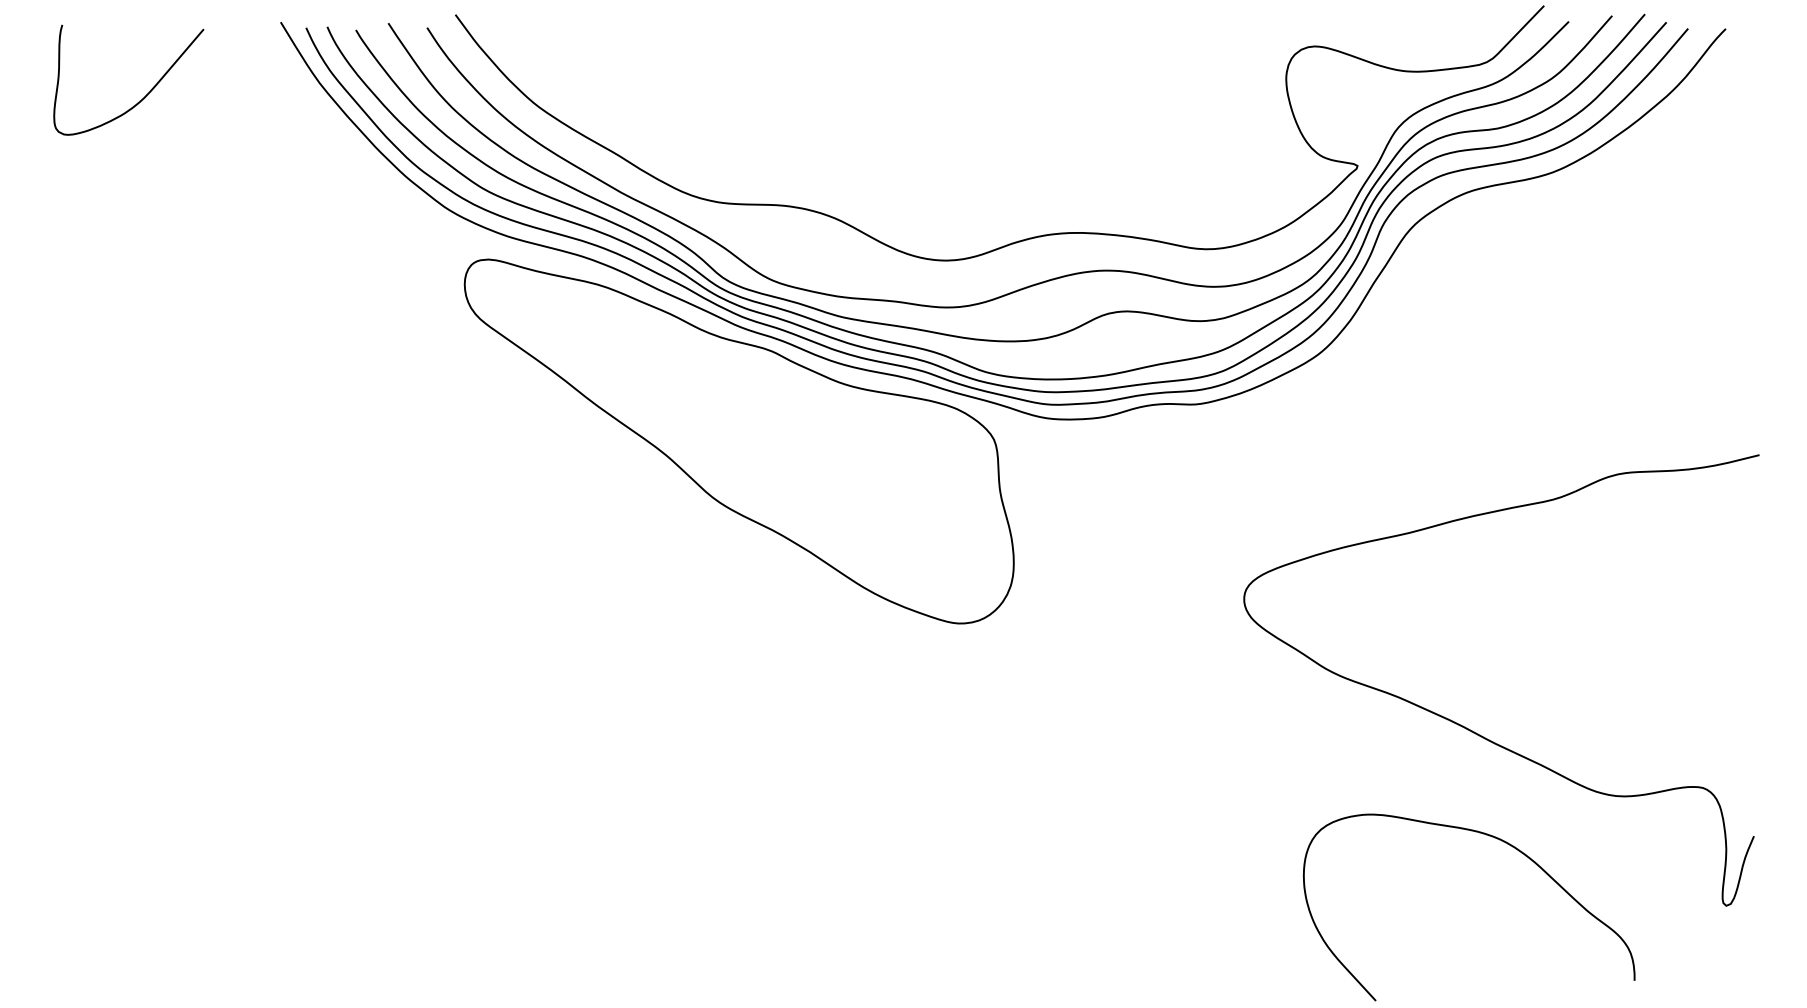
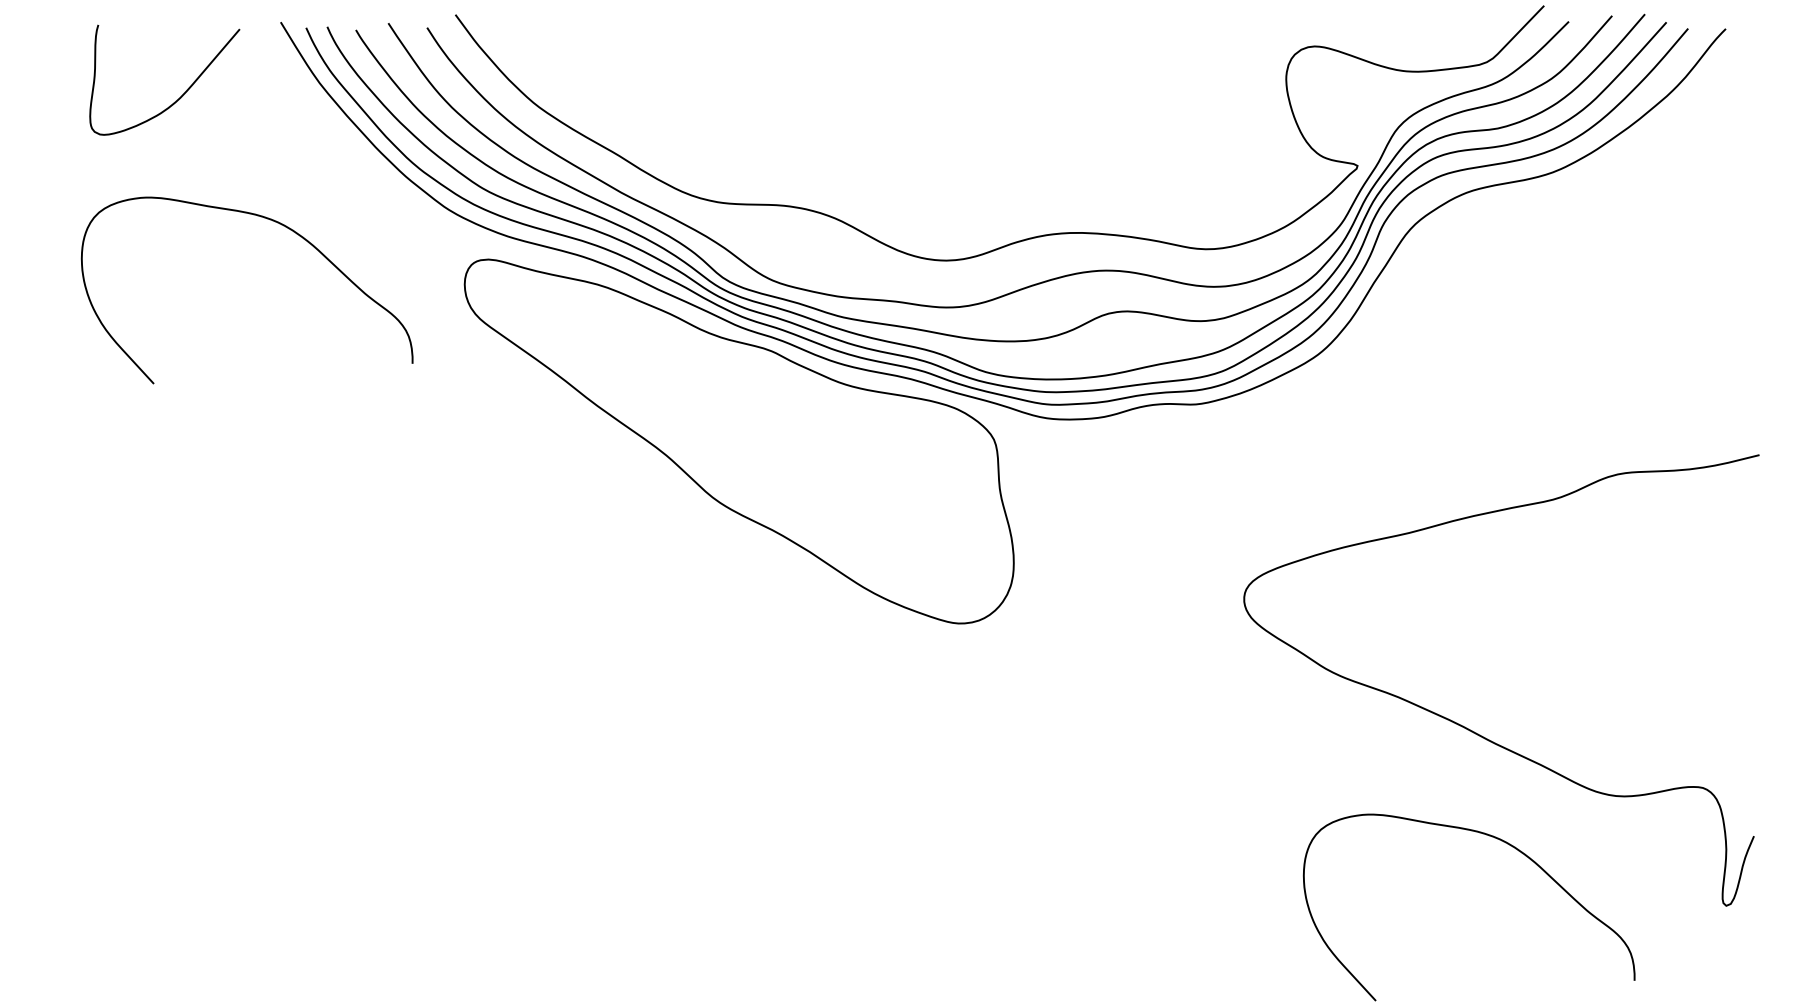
curve at (145, 95) position: (145, 95) -> (181, 95)
curve at (272, 221): none -> present
